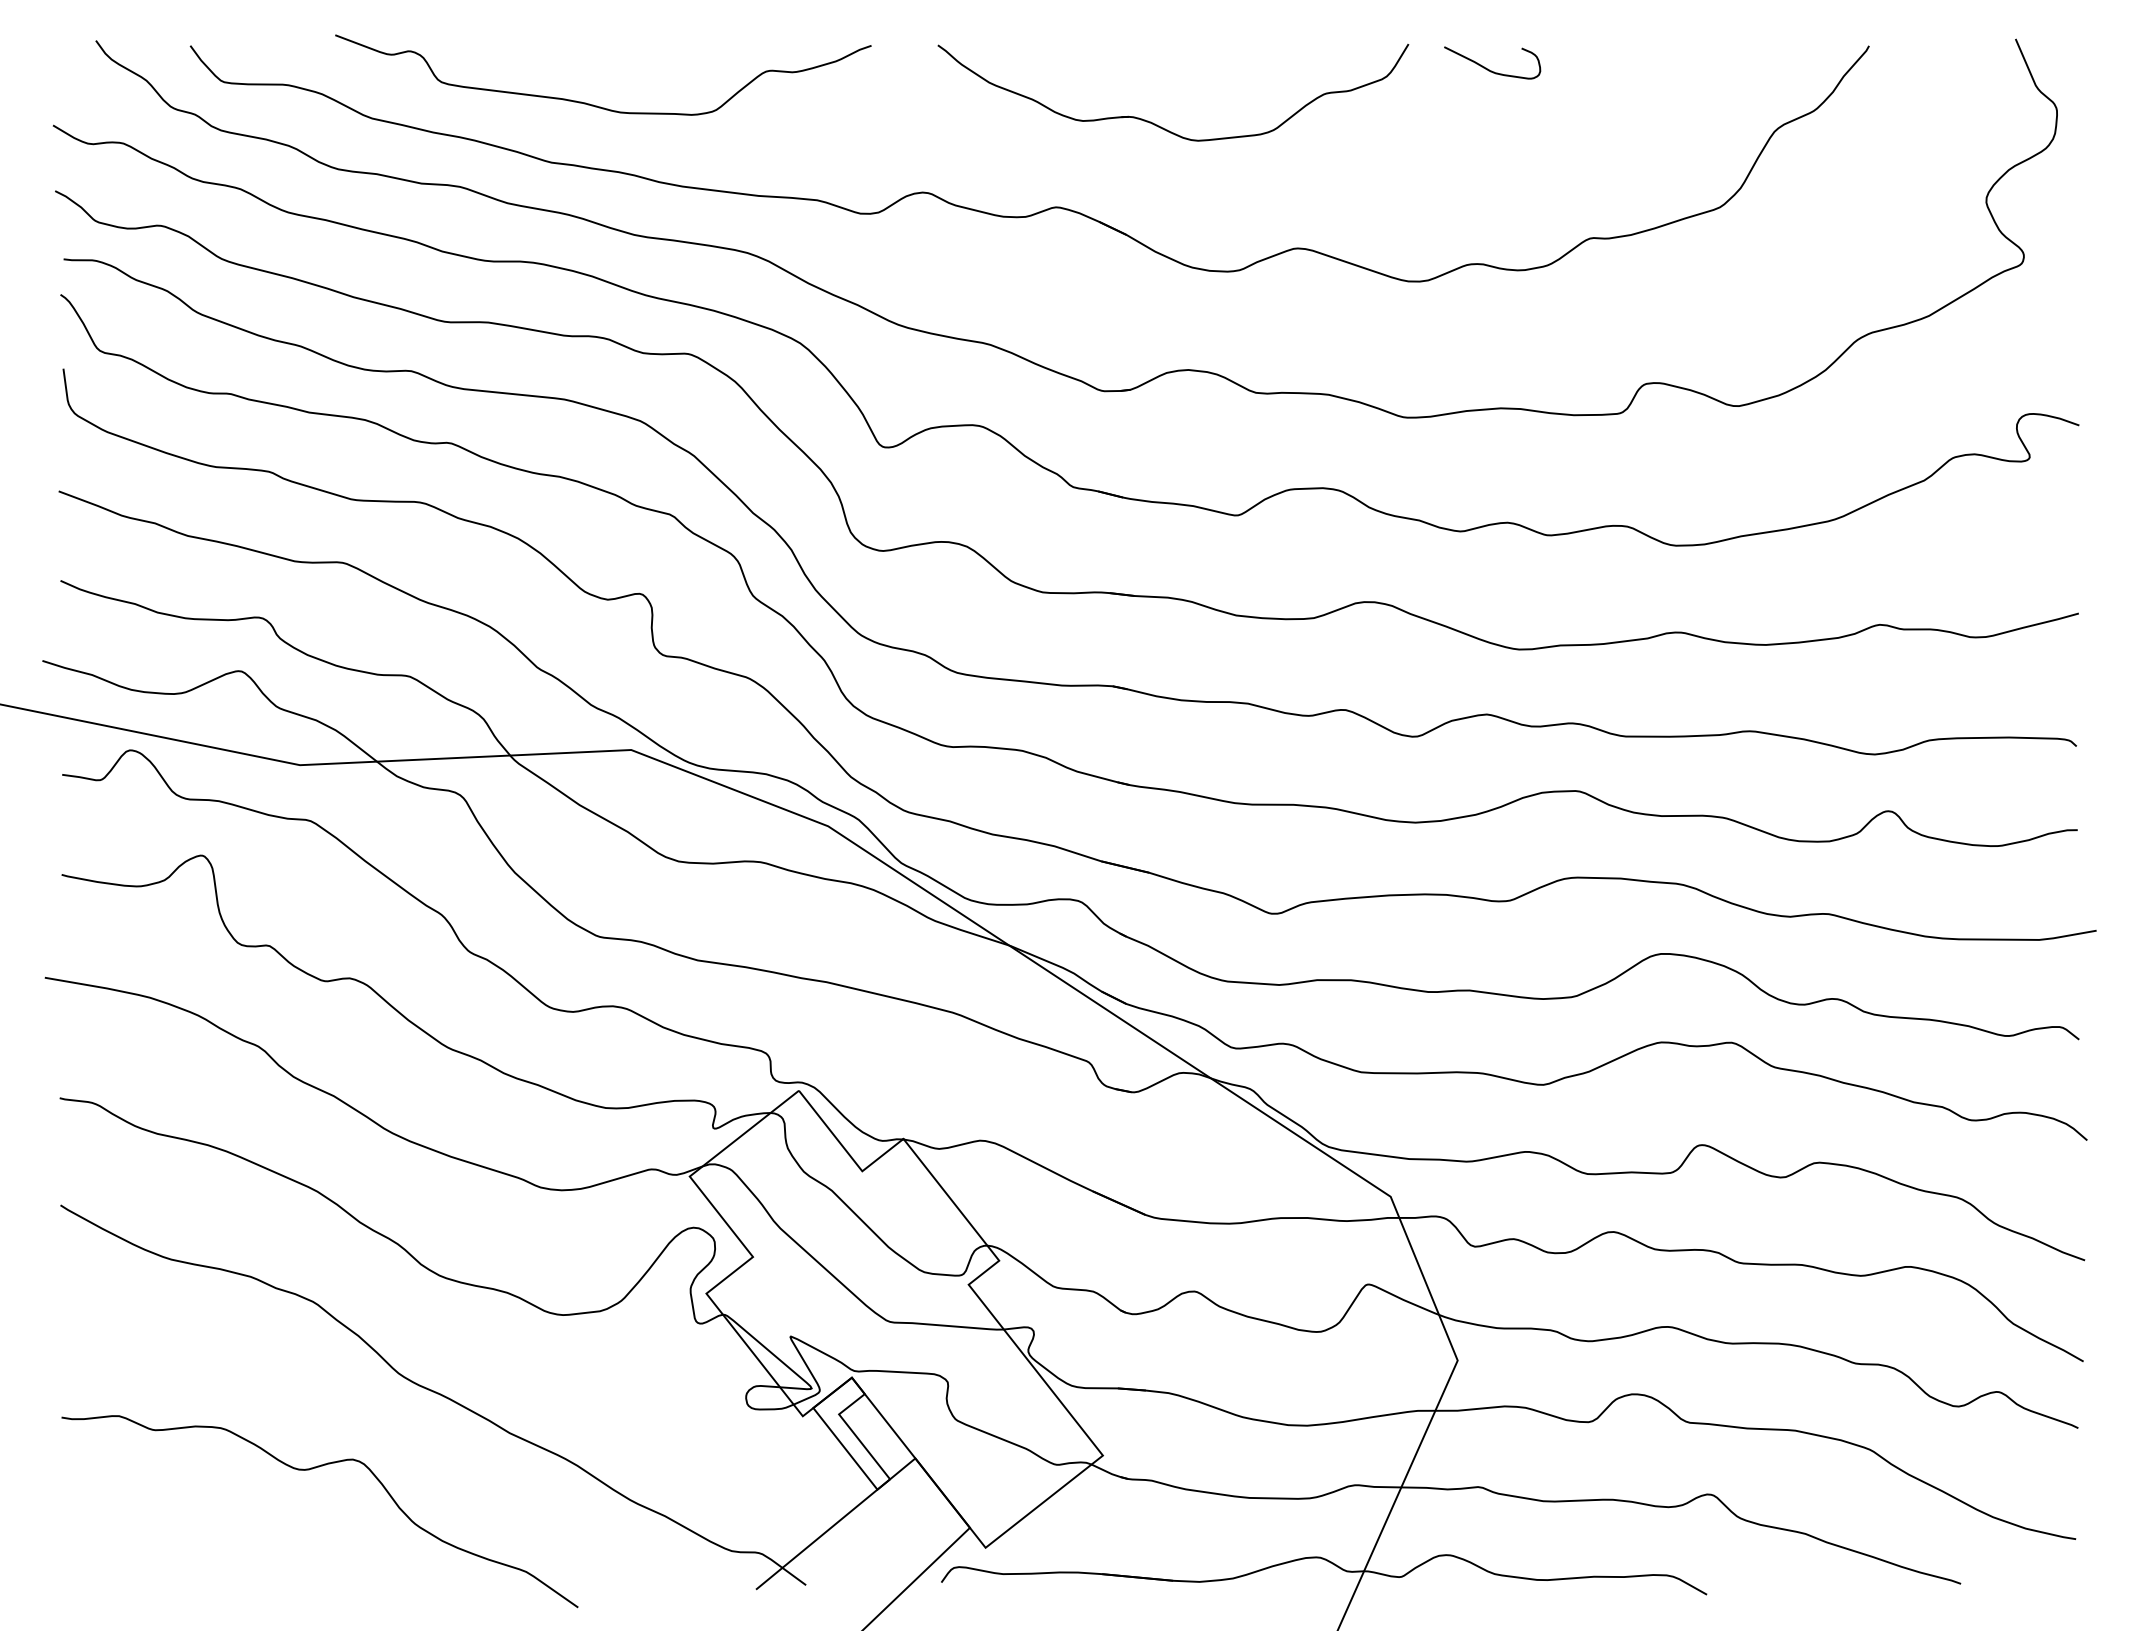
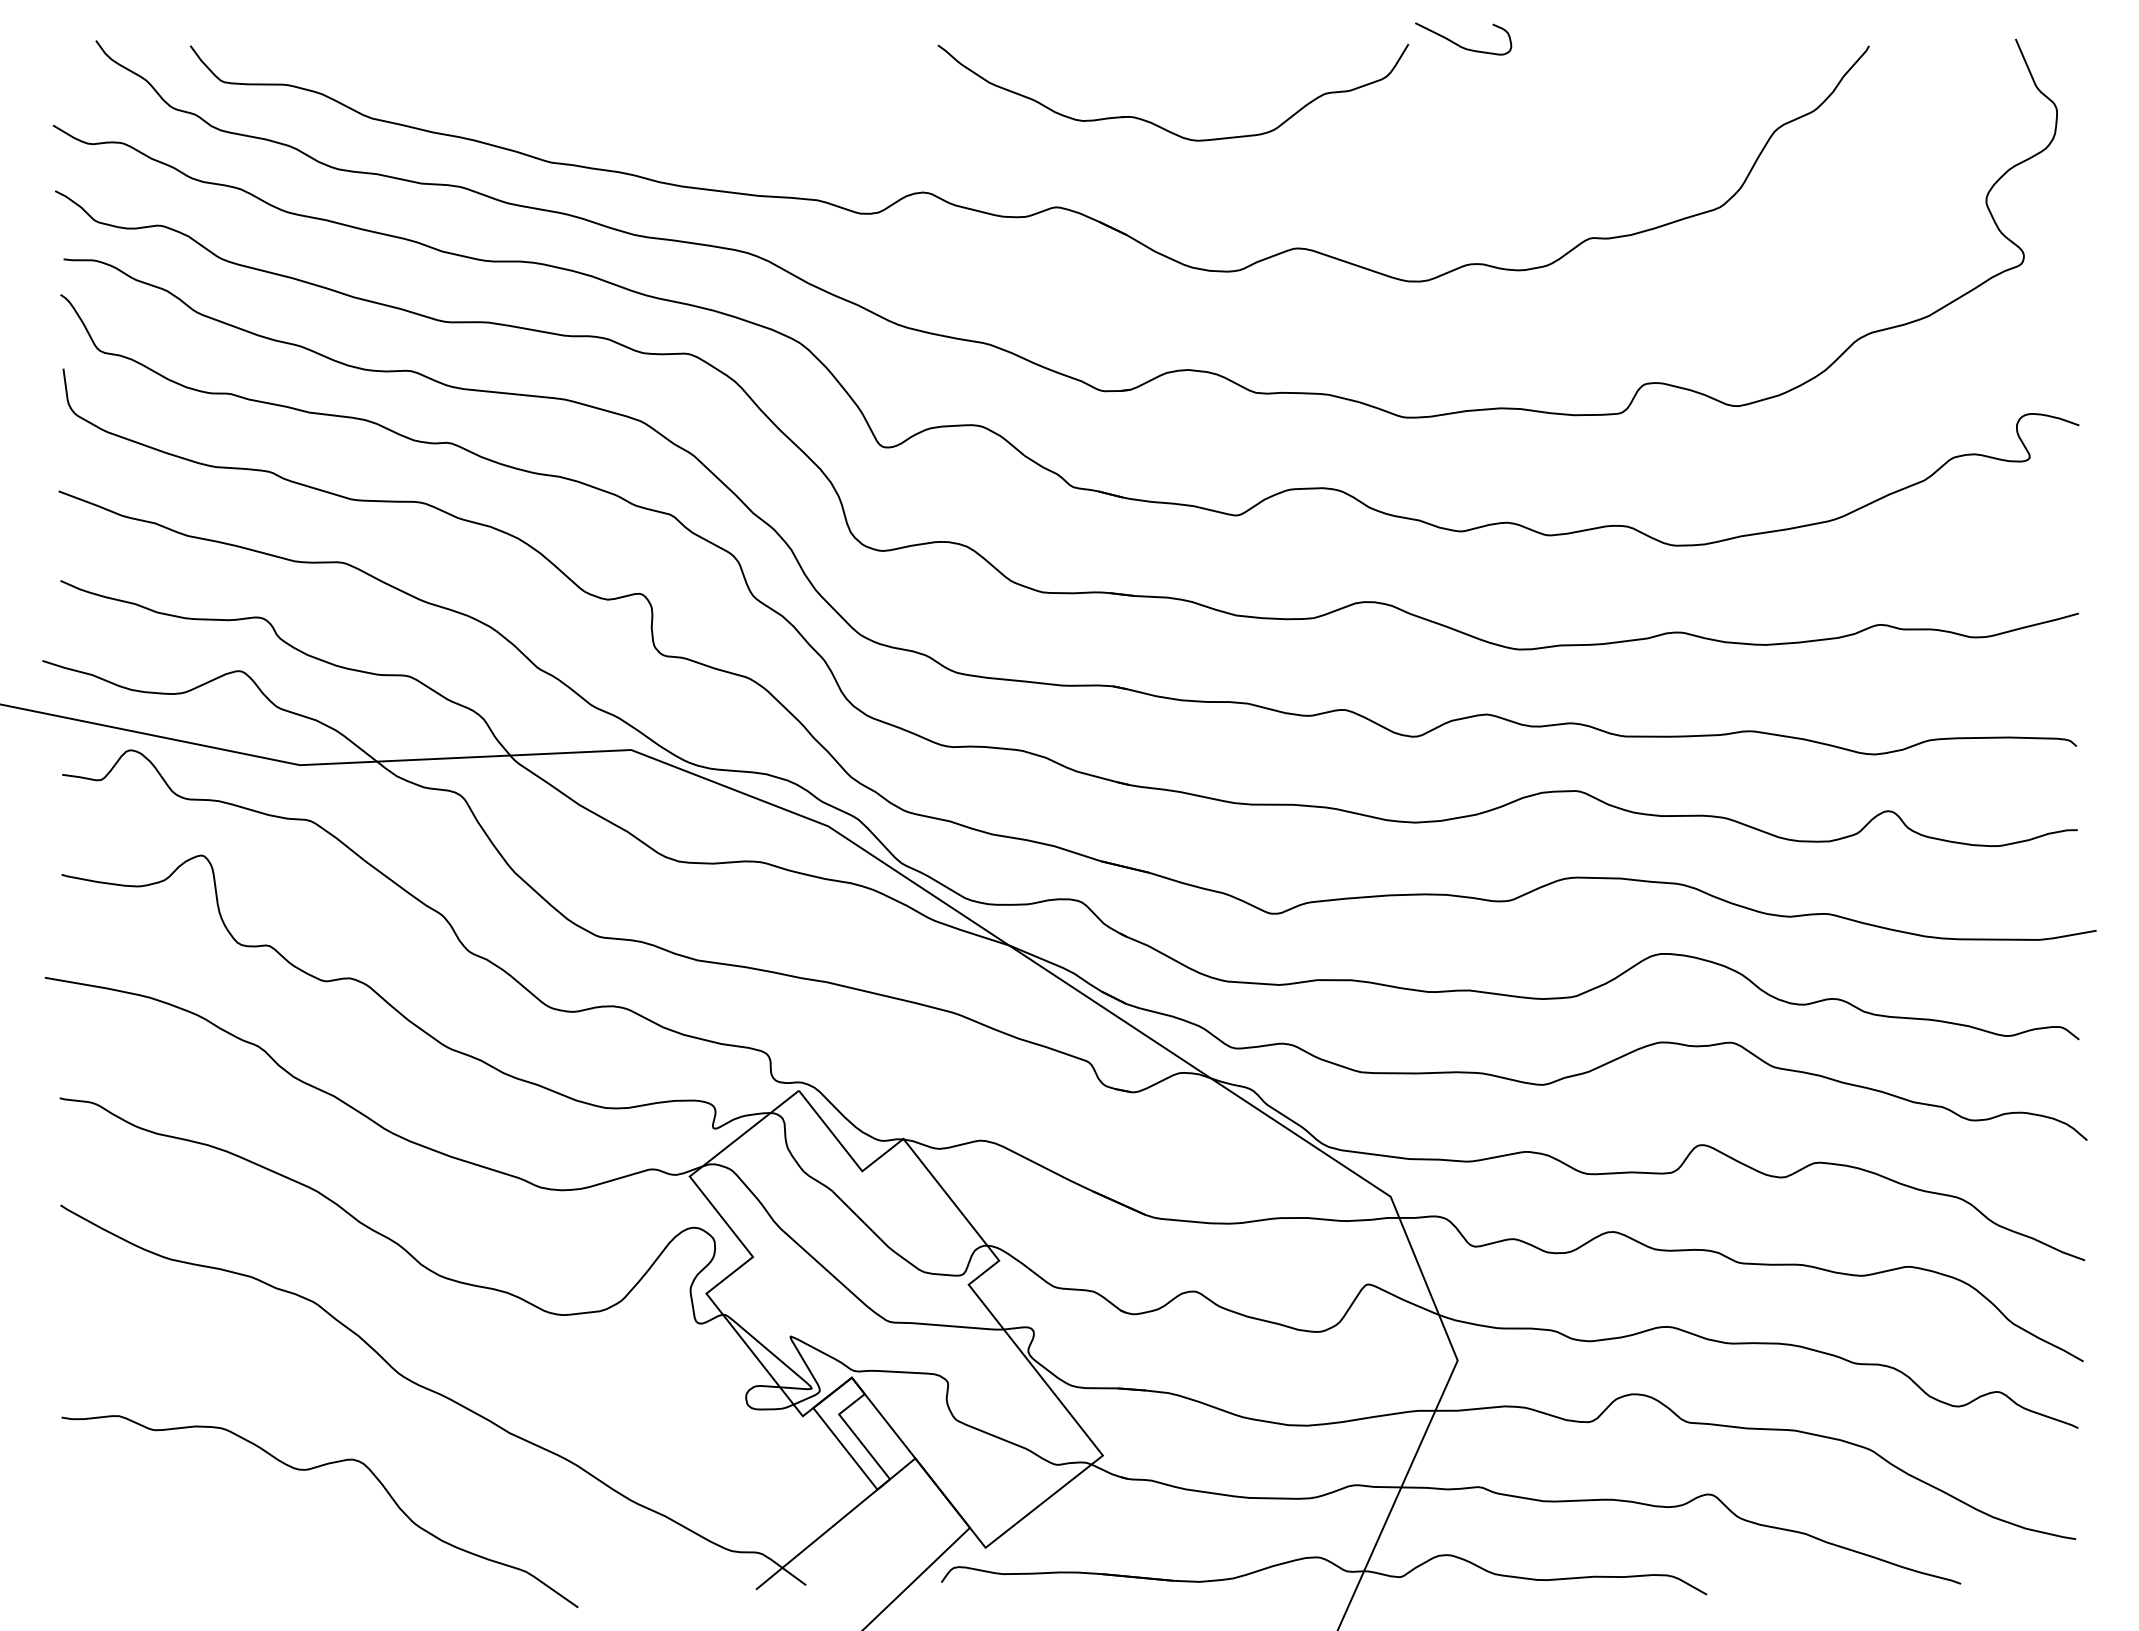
curve at (1489, 69) position: (1489, 69) -> (1460, 45)
curve at (597, 105): present -> none
